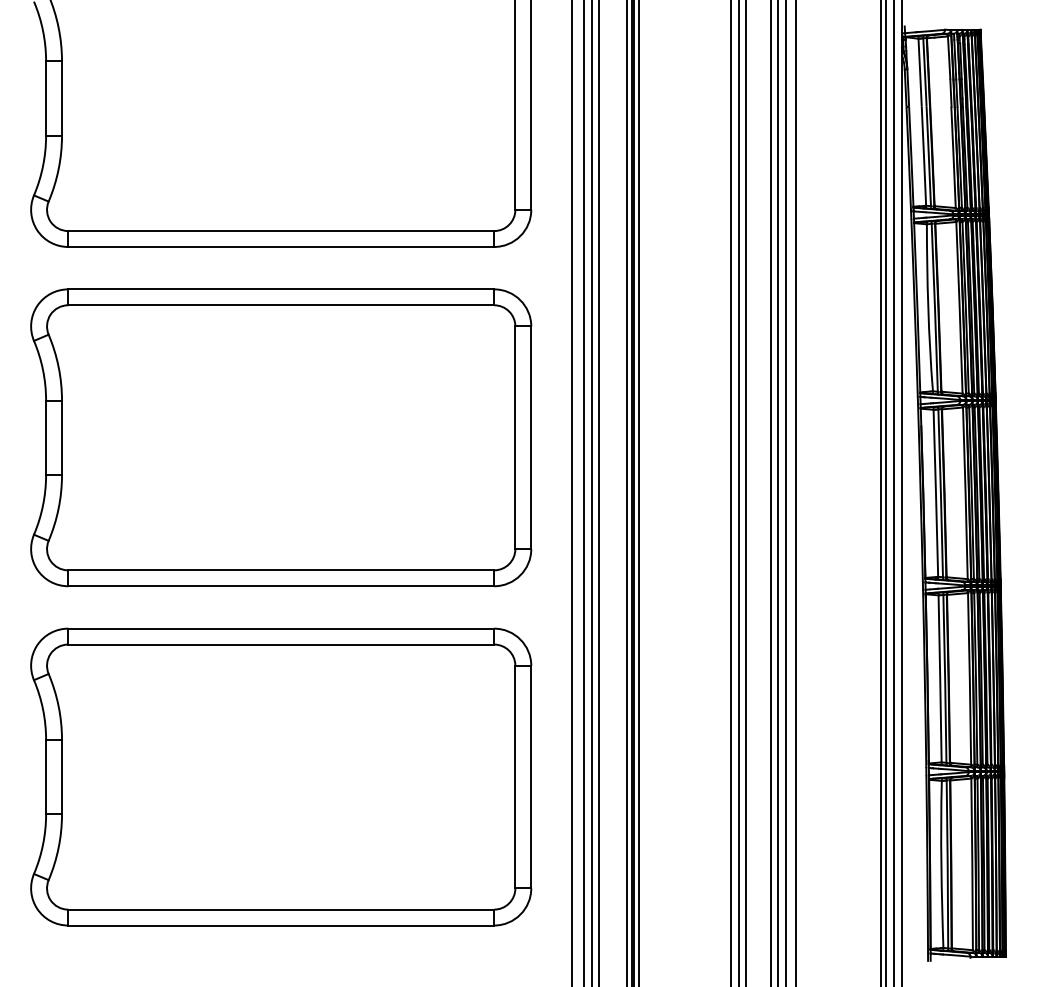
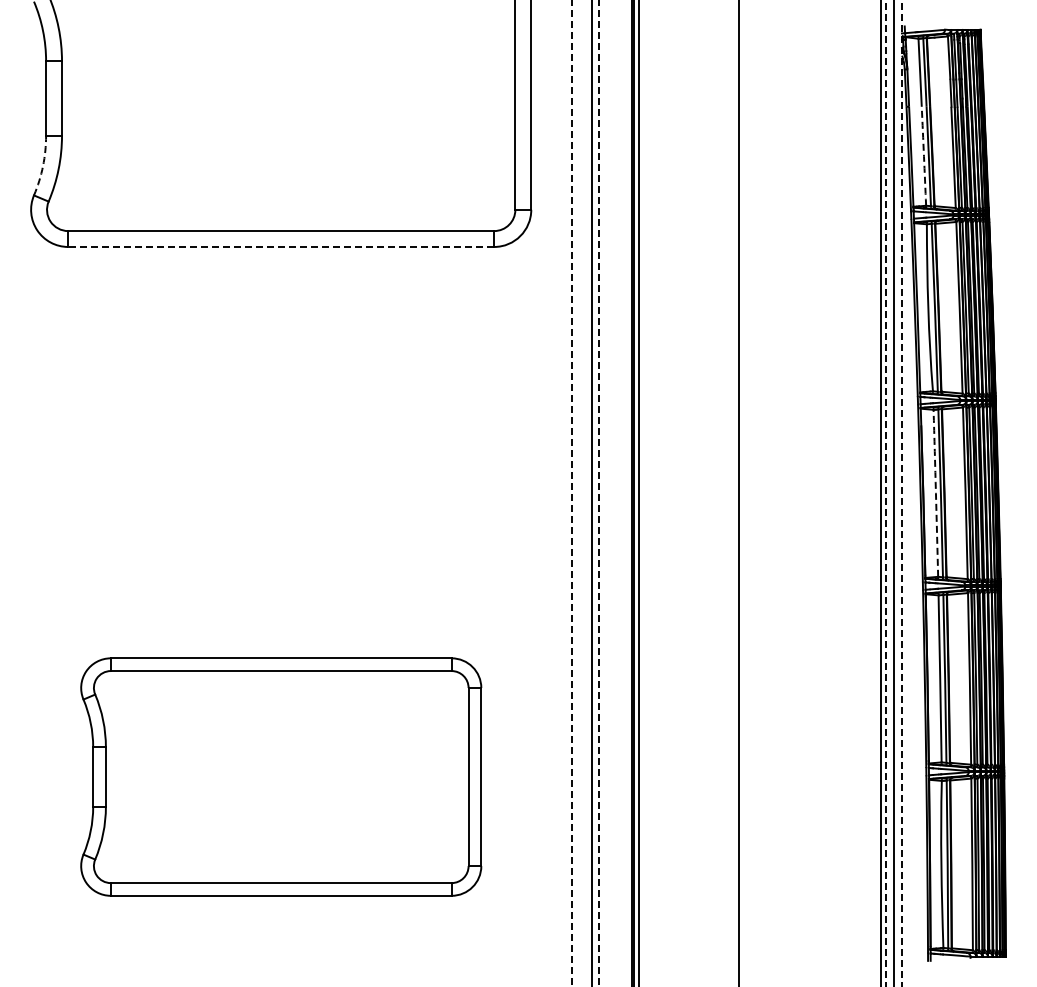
arc at (923, 156): solid -> dashed
arc at (43, 166): solid -> dashed
line at (281, 246): solid -> dashed
part at (281, 437): present -> none
line at (583, 492): present -> none
line at (626, 492): present -> none
line at (731, 492): present -> none
line at (746, 492): present -> none
line at (770, 492): present -> none
line at (777, 492): present -> none
line at (785, 492): present -> none
line at (795, 492): present -> none
line at (572, 493): solid -> dashed
line at (886, 493): solid -> dashed
line at (901, 493): solid -> dashed
arc at (935, 493): solid -> dashed
line at (599, 494): solid -> dashed
part at (281, 776) size: 503x300 px -> 403x240 px
